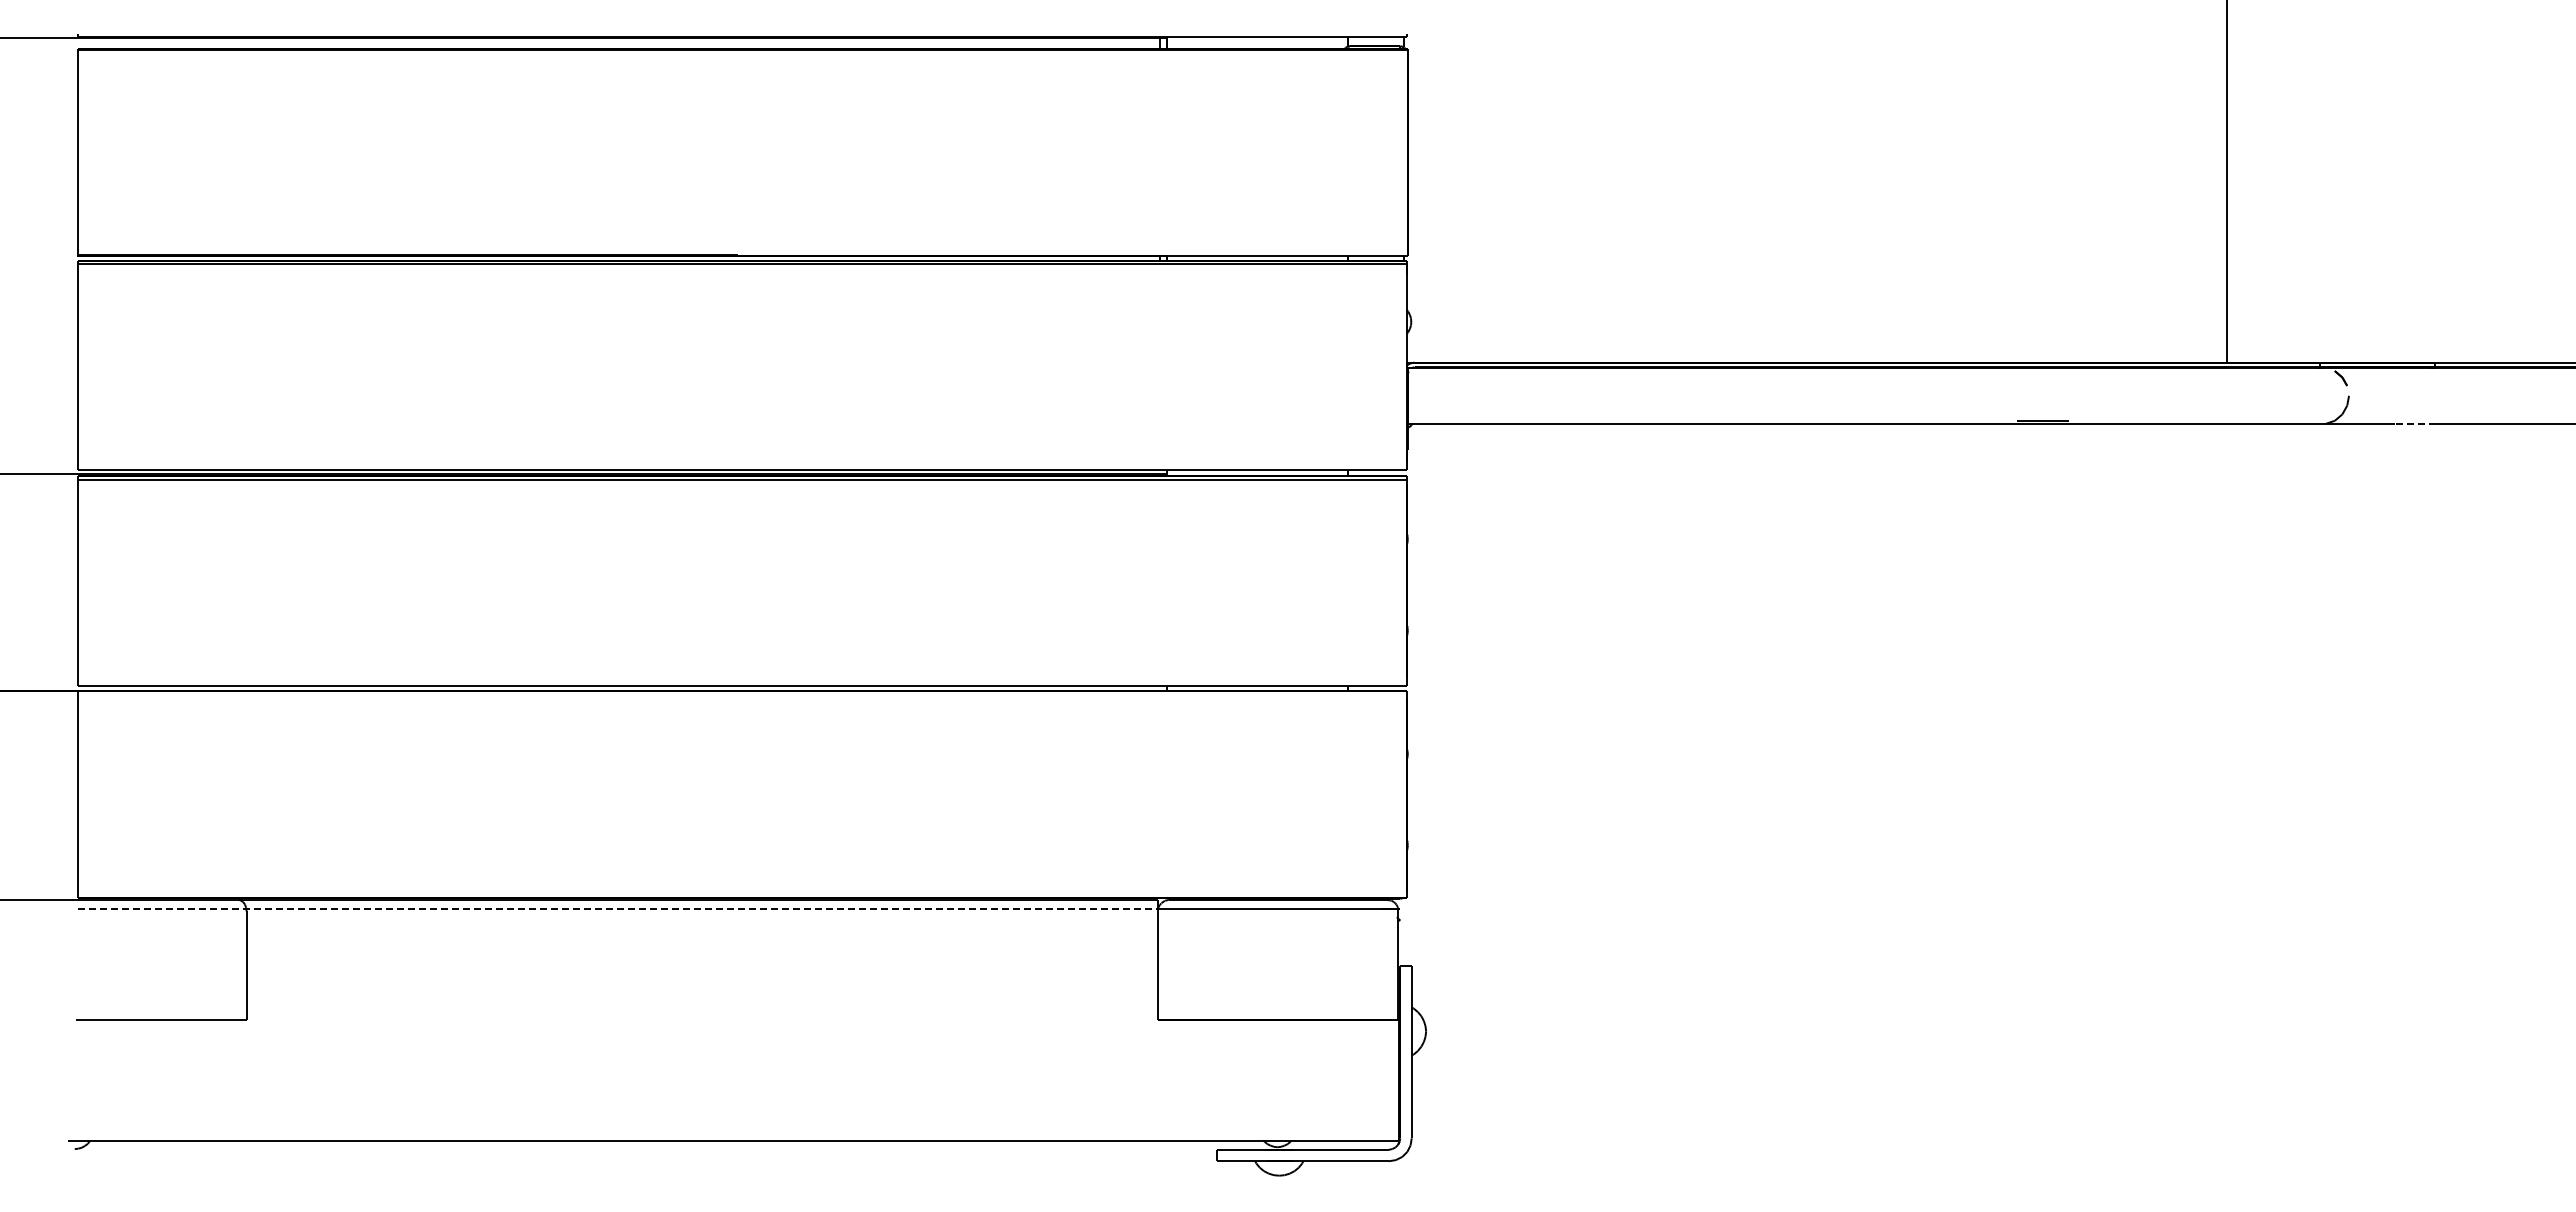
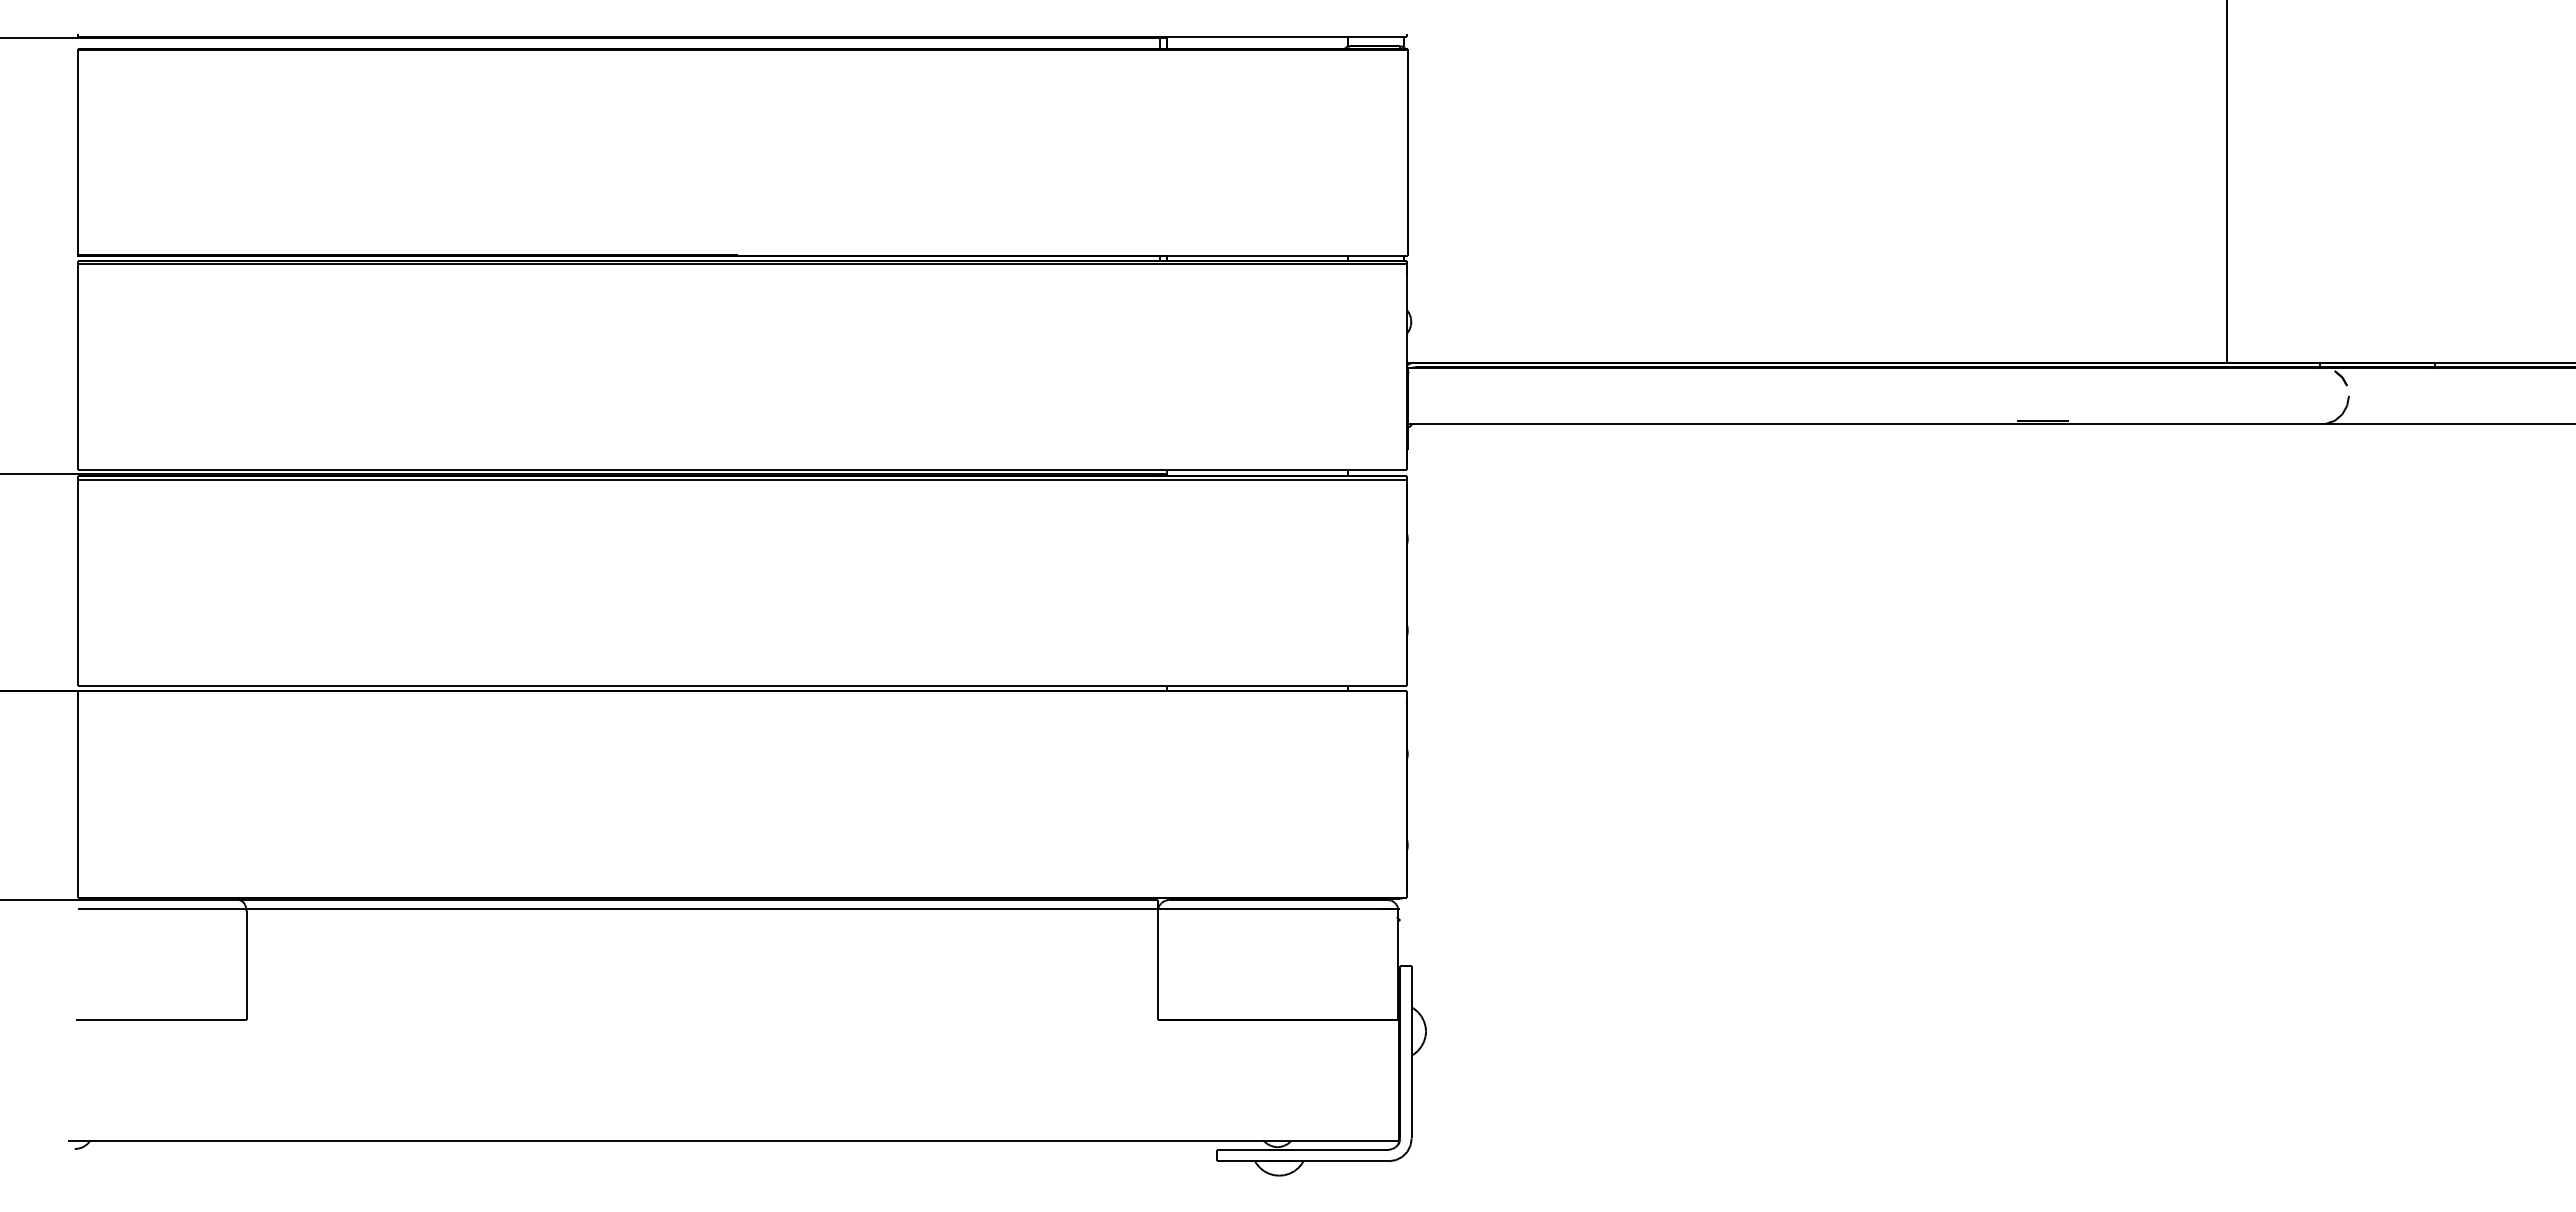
line at (2415, 424): dashed -> solid
line at (618, 909): dashed -> solid
